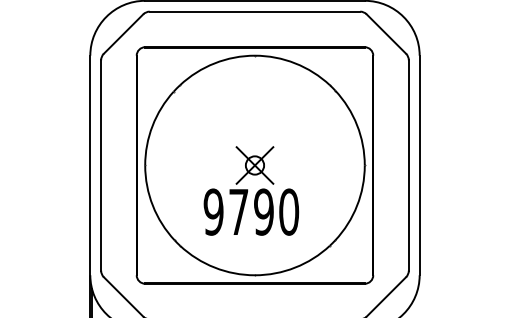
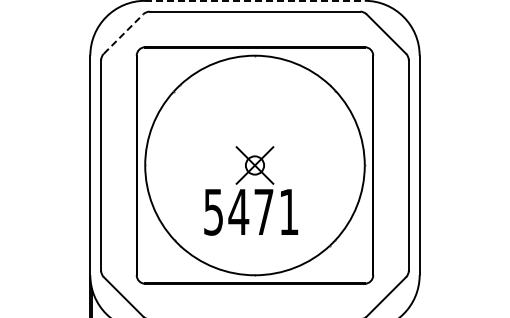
line at (255, 0): solid -> dashed
line at (123, 34): solid -> dashed
text at (251, 211): 9790 -> 5471
